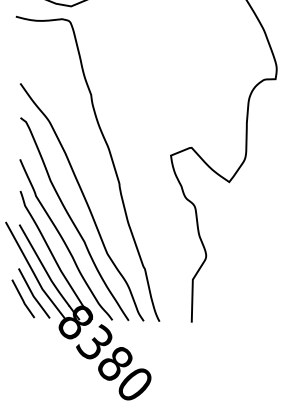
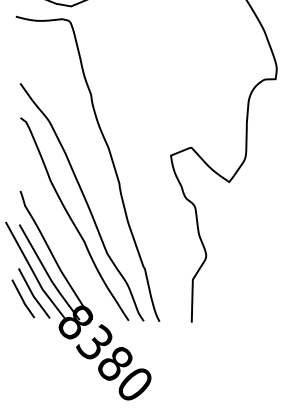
curve at (64, 240): present -> none
